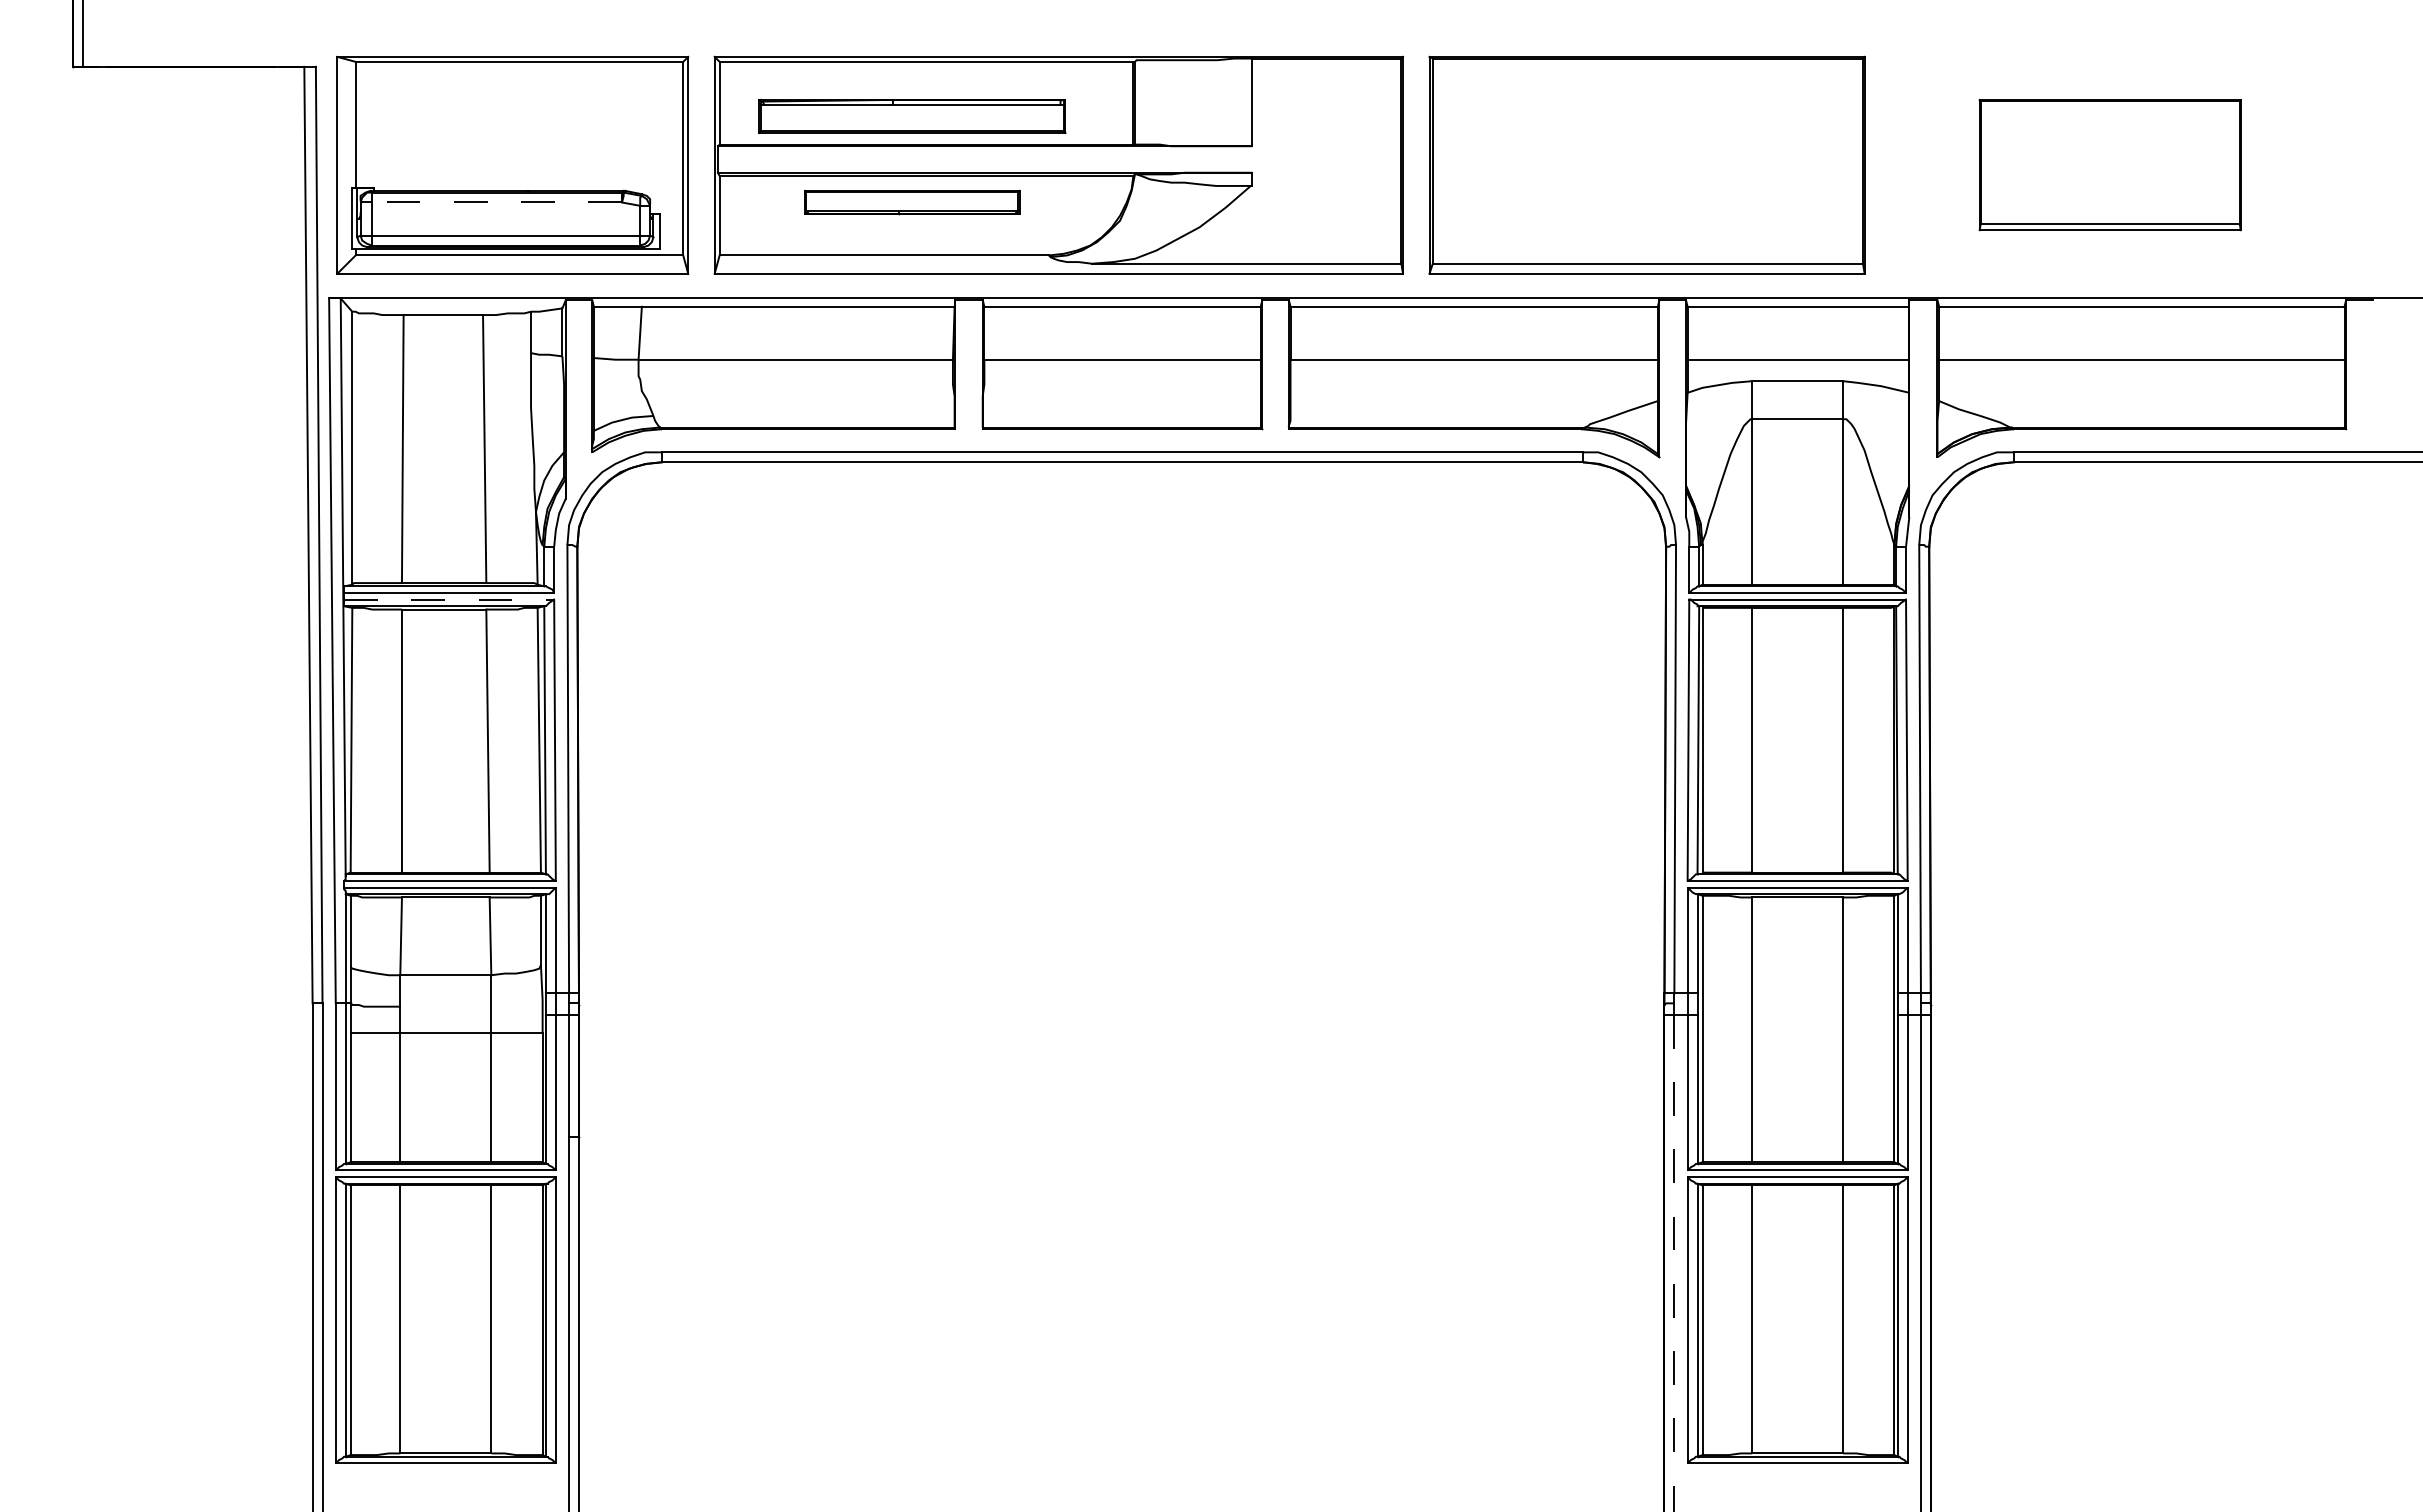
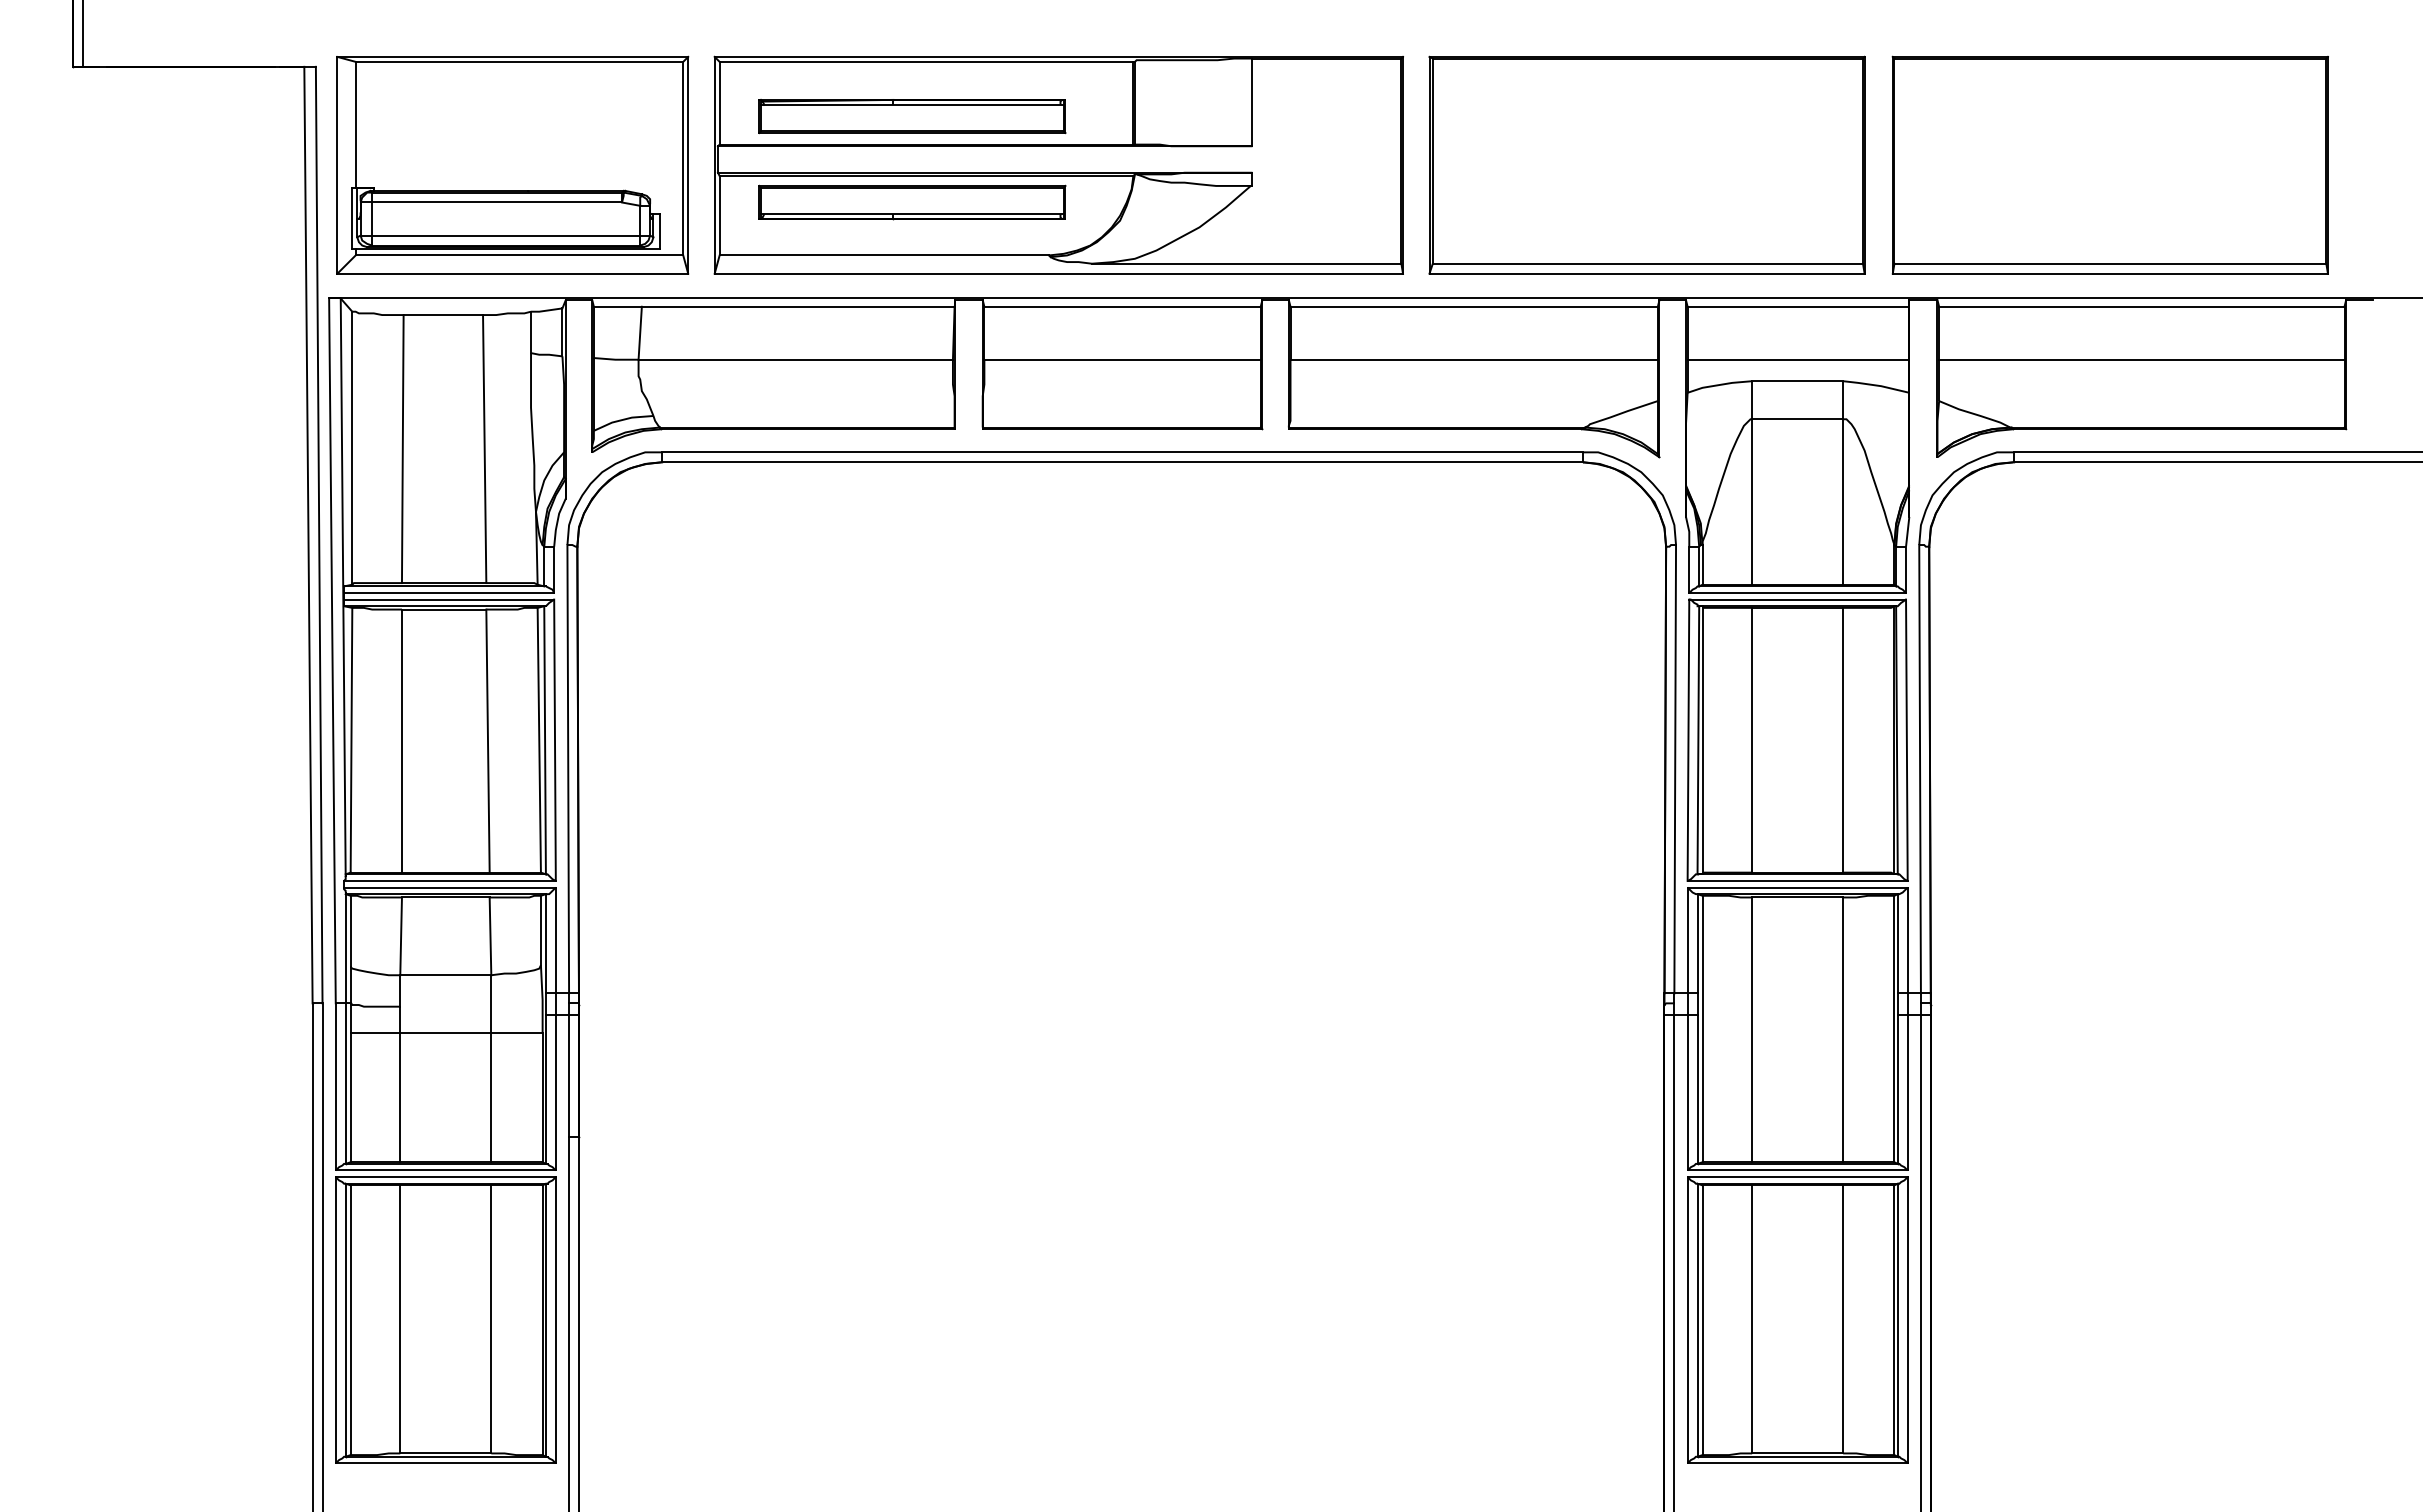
part at (2109, 165) size: 264x133 px -> 438x220 px
line at (497, 202): dashed -> solid
part at (912, 202) size: 217x27 px -> 309x37 px
line at (449, 599): dashed -> solid
line at (1674, 1263): dashed -> solid
